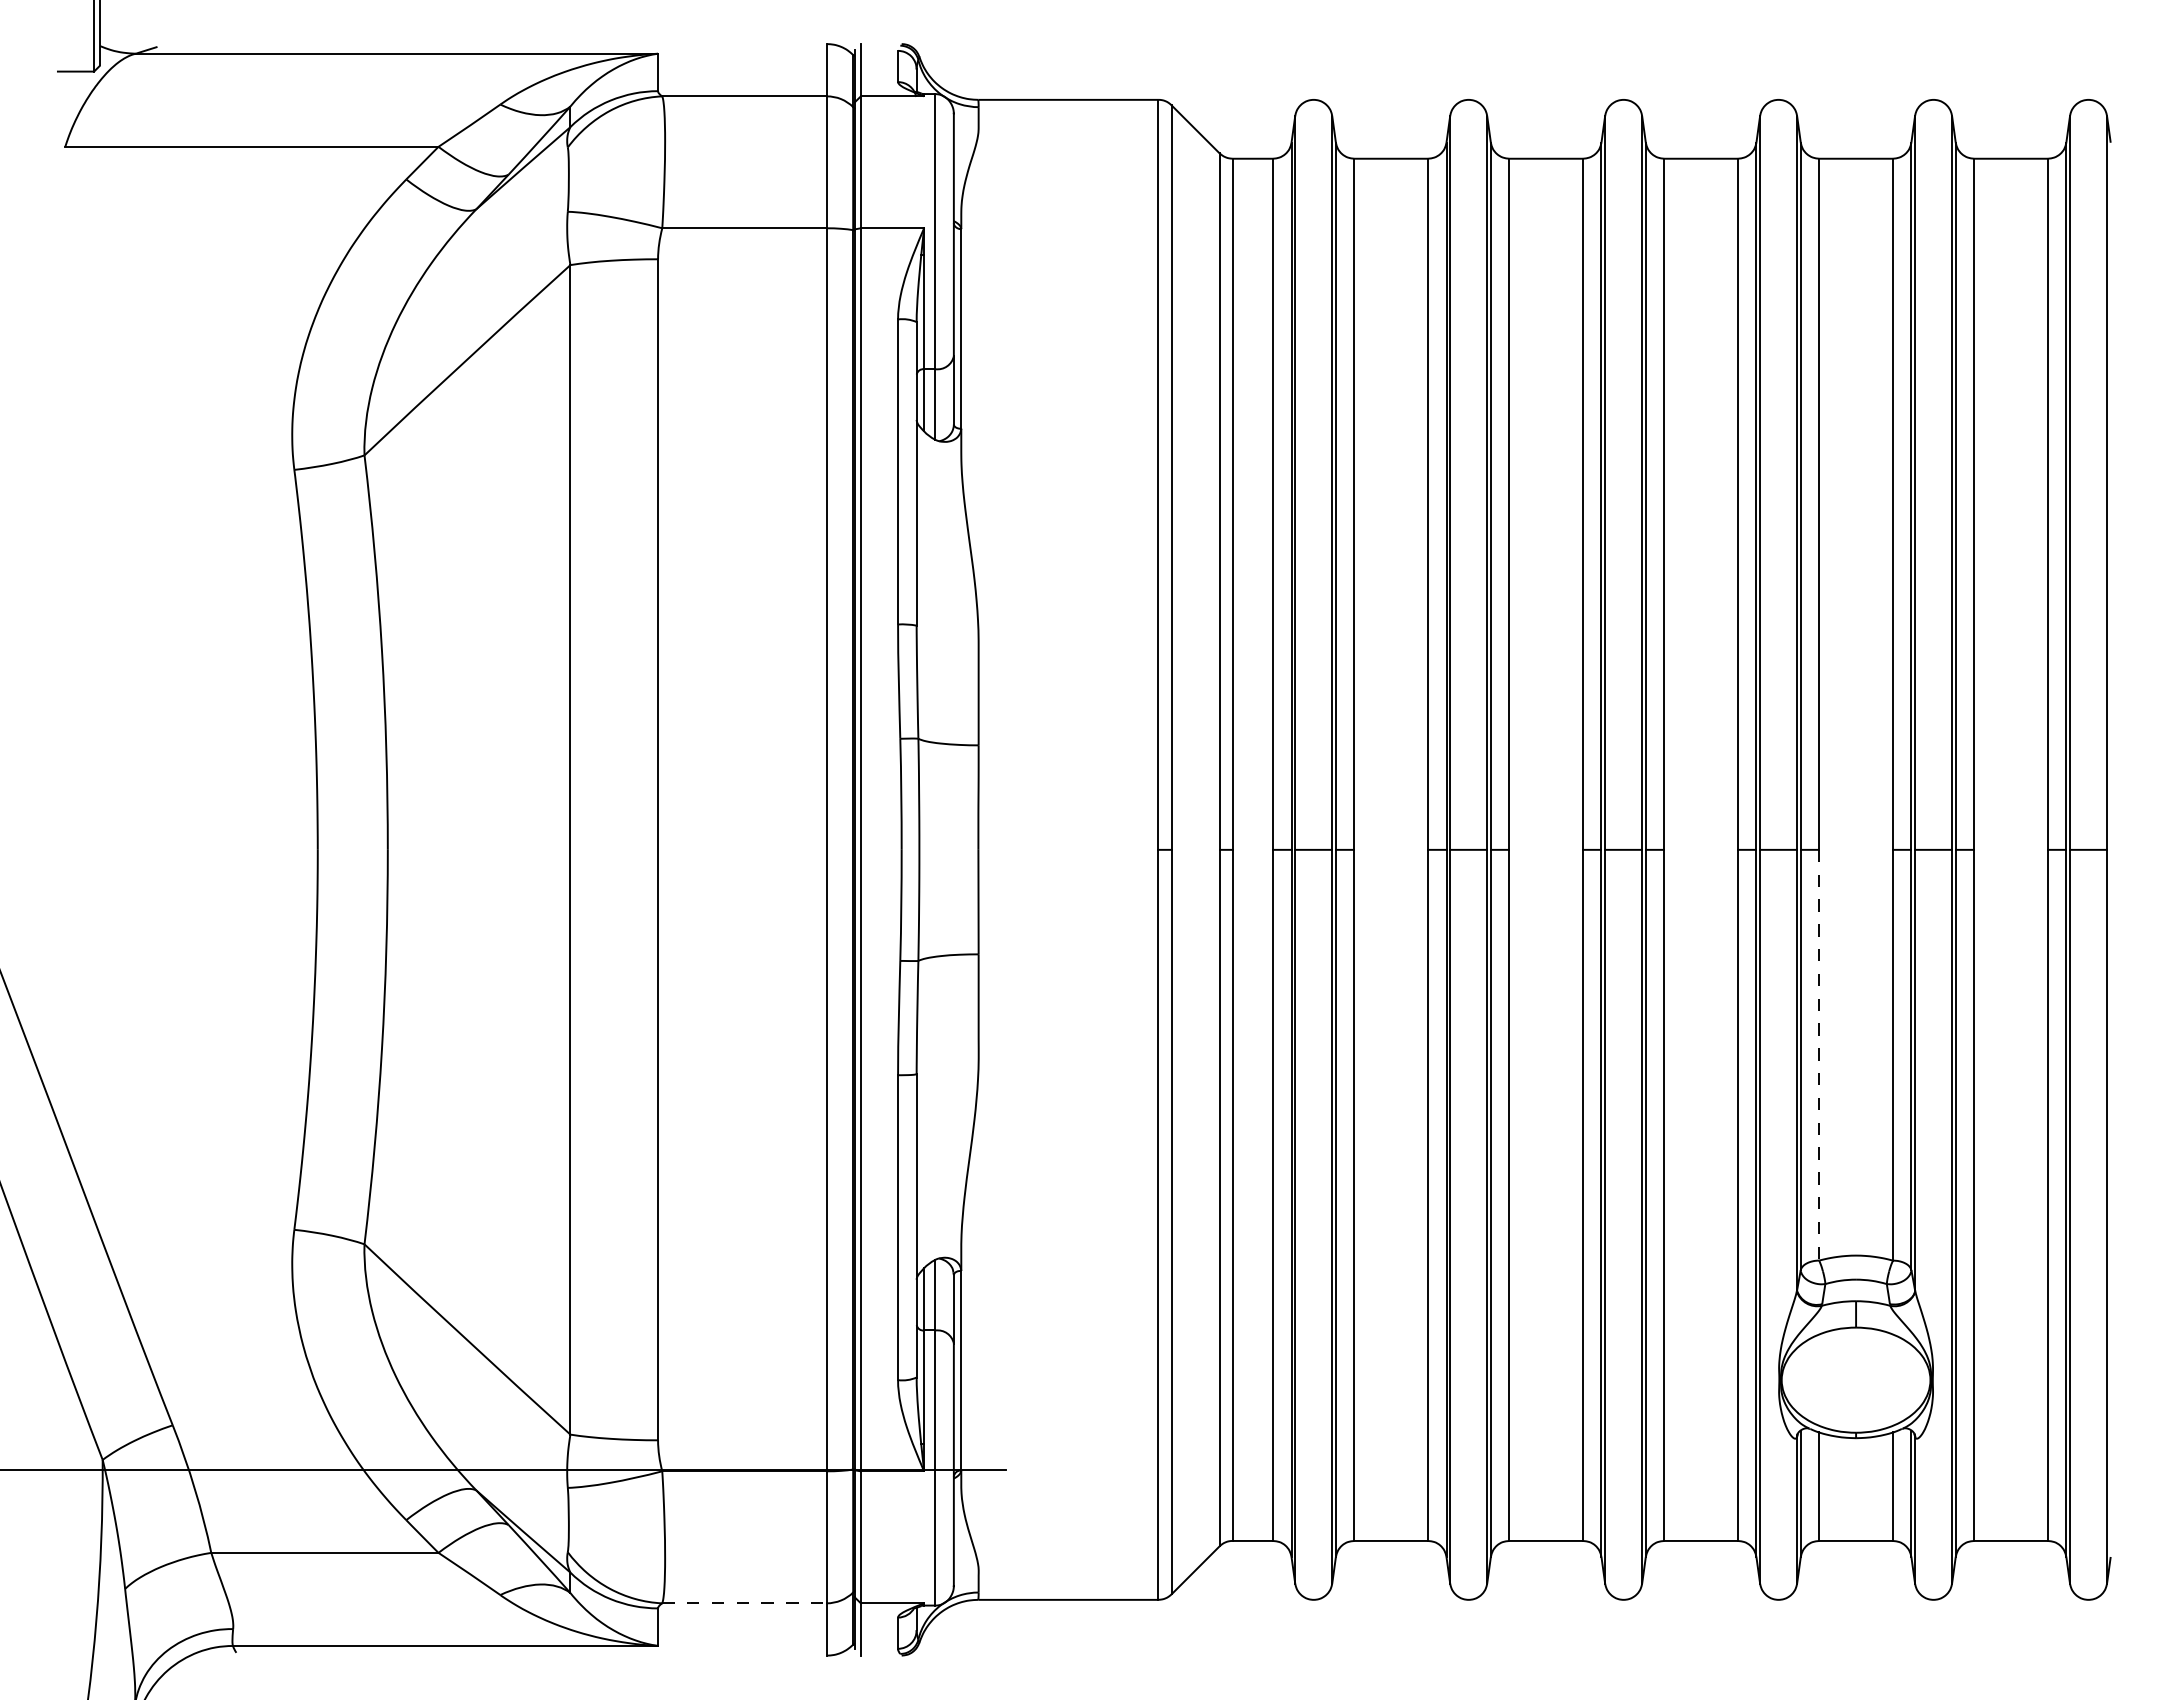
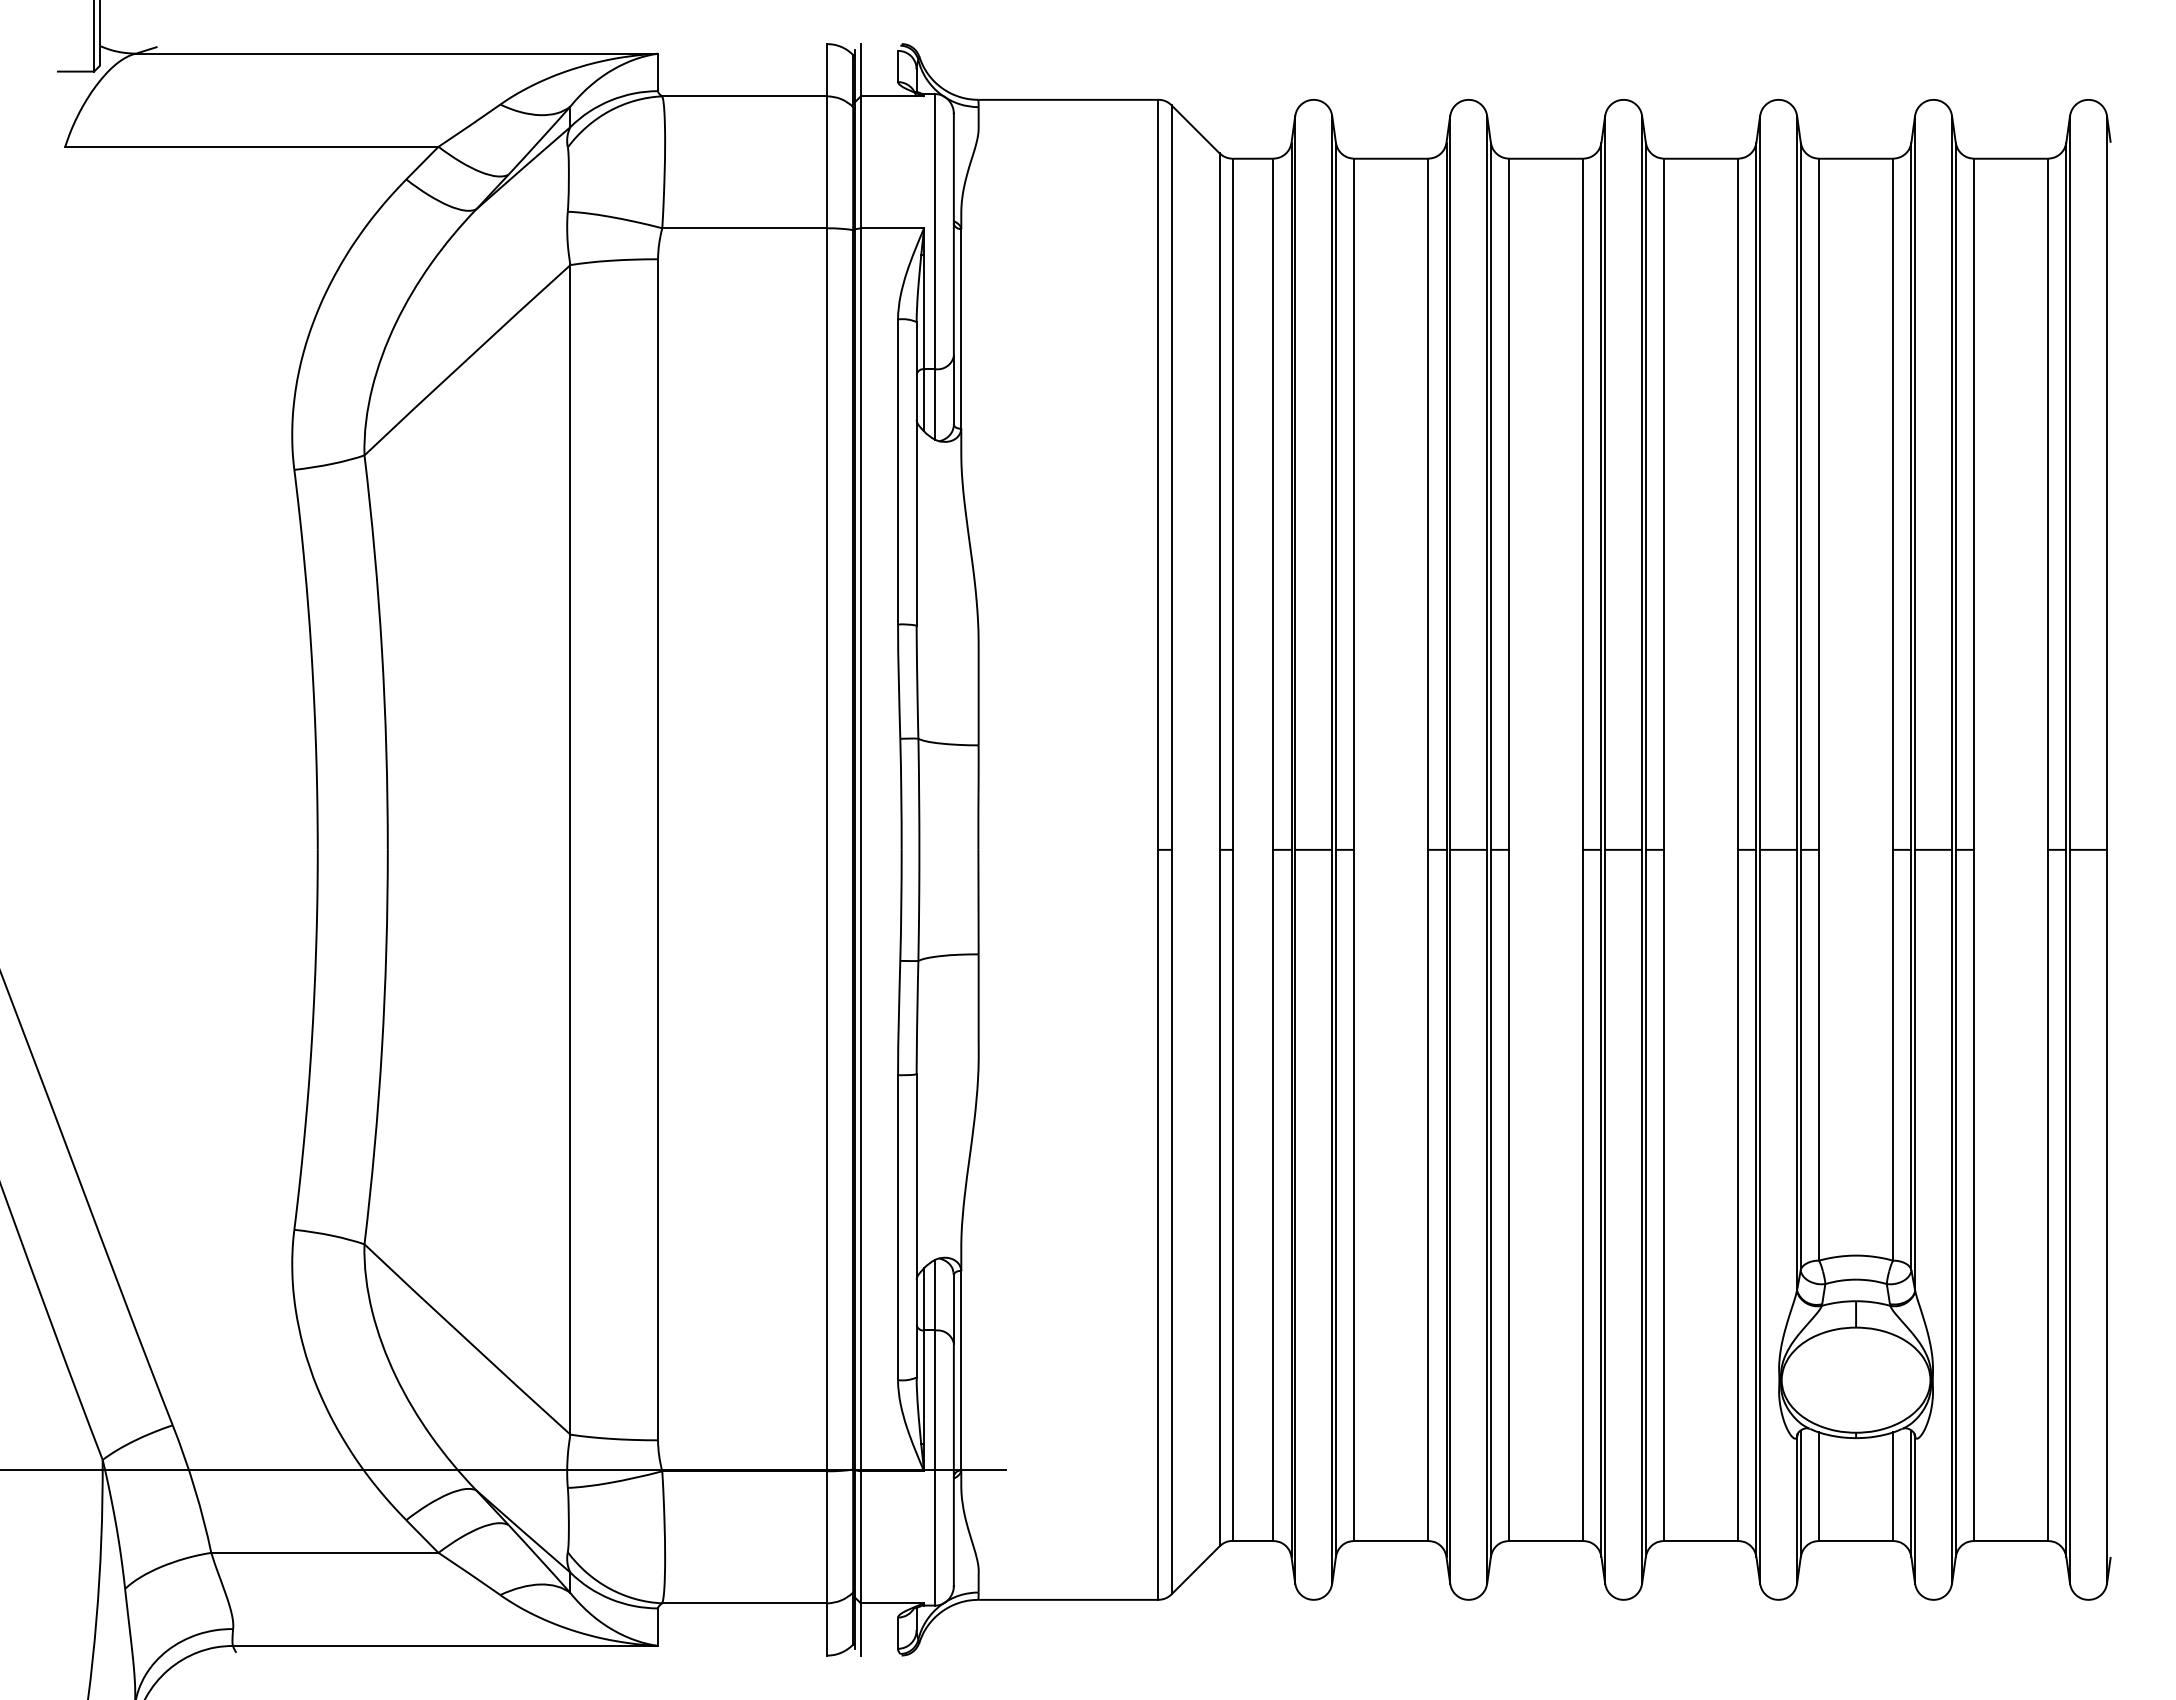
line at (1819, 1055): dashed -> solid
line at (745, 1603): dashed -> solid
